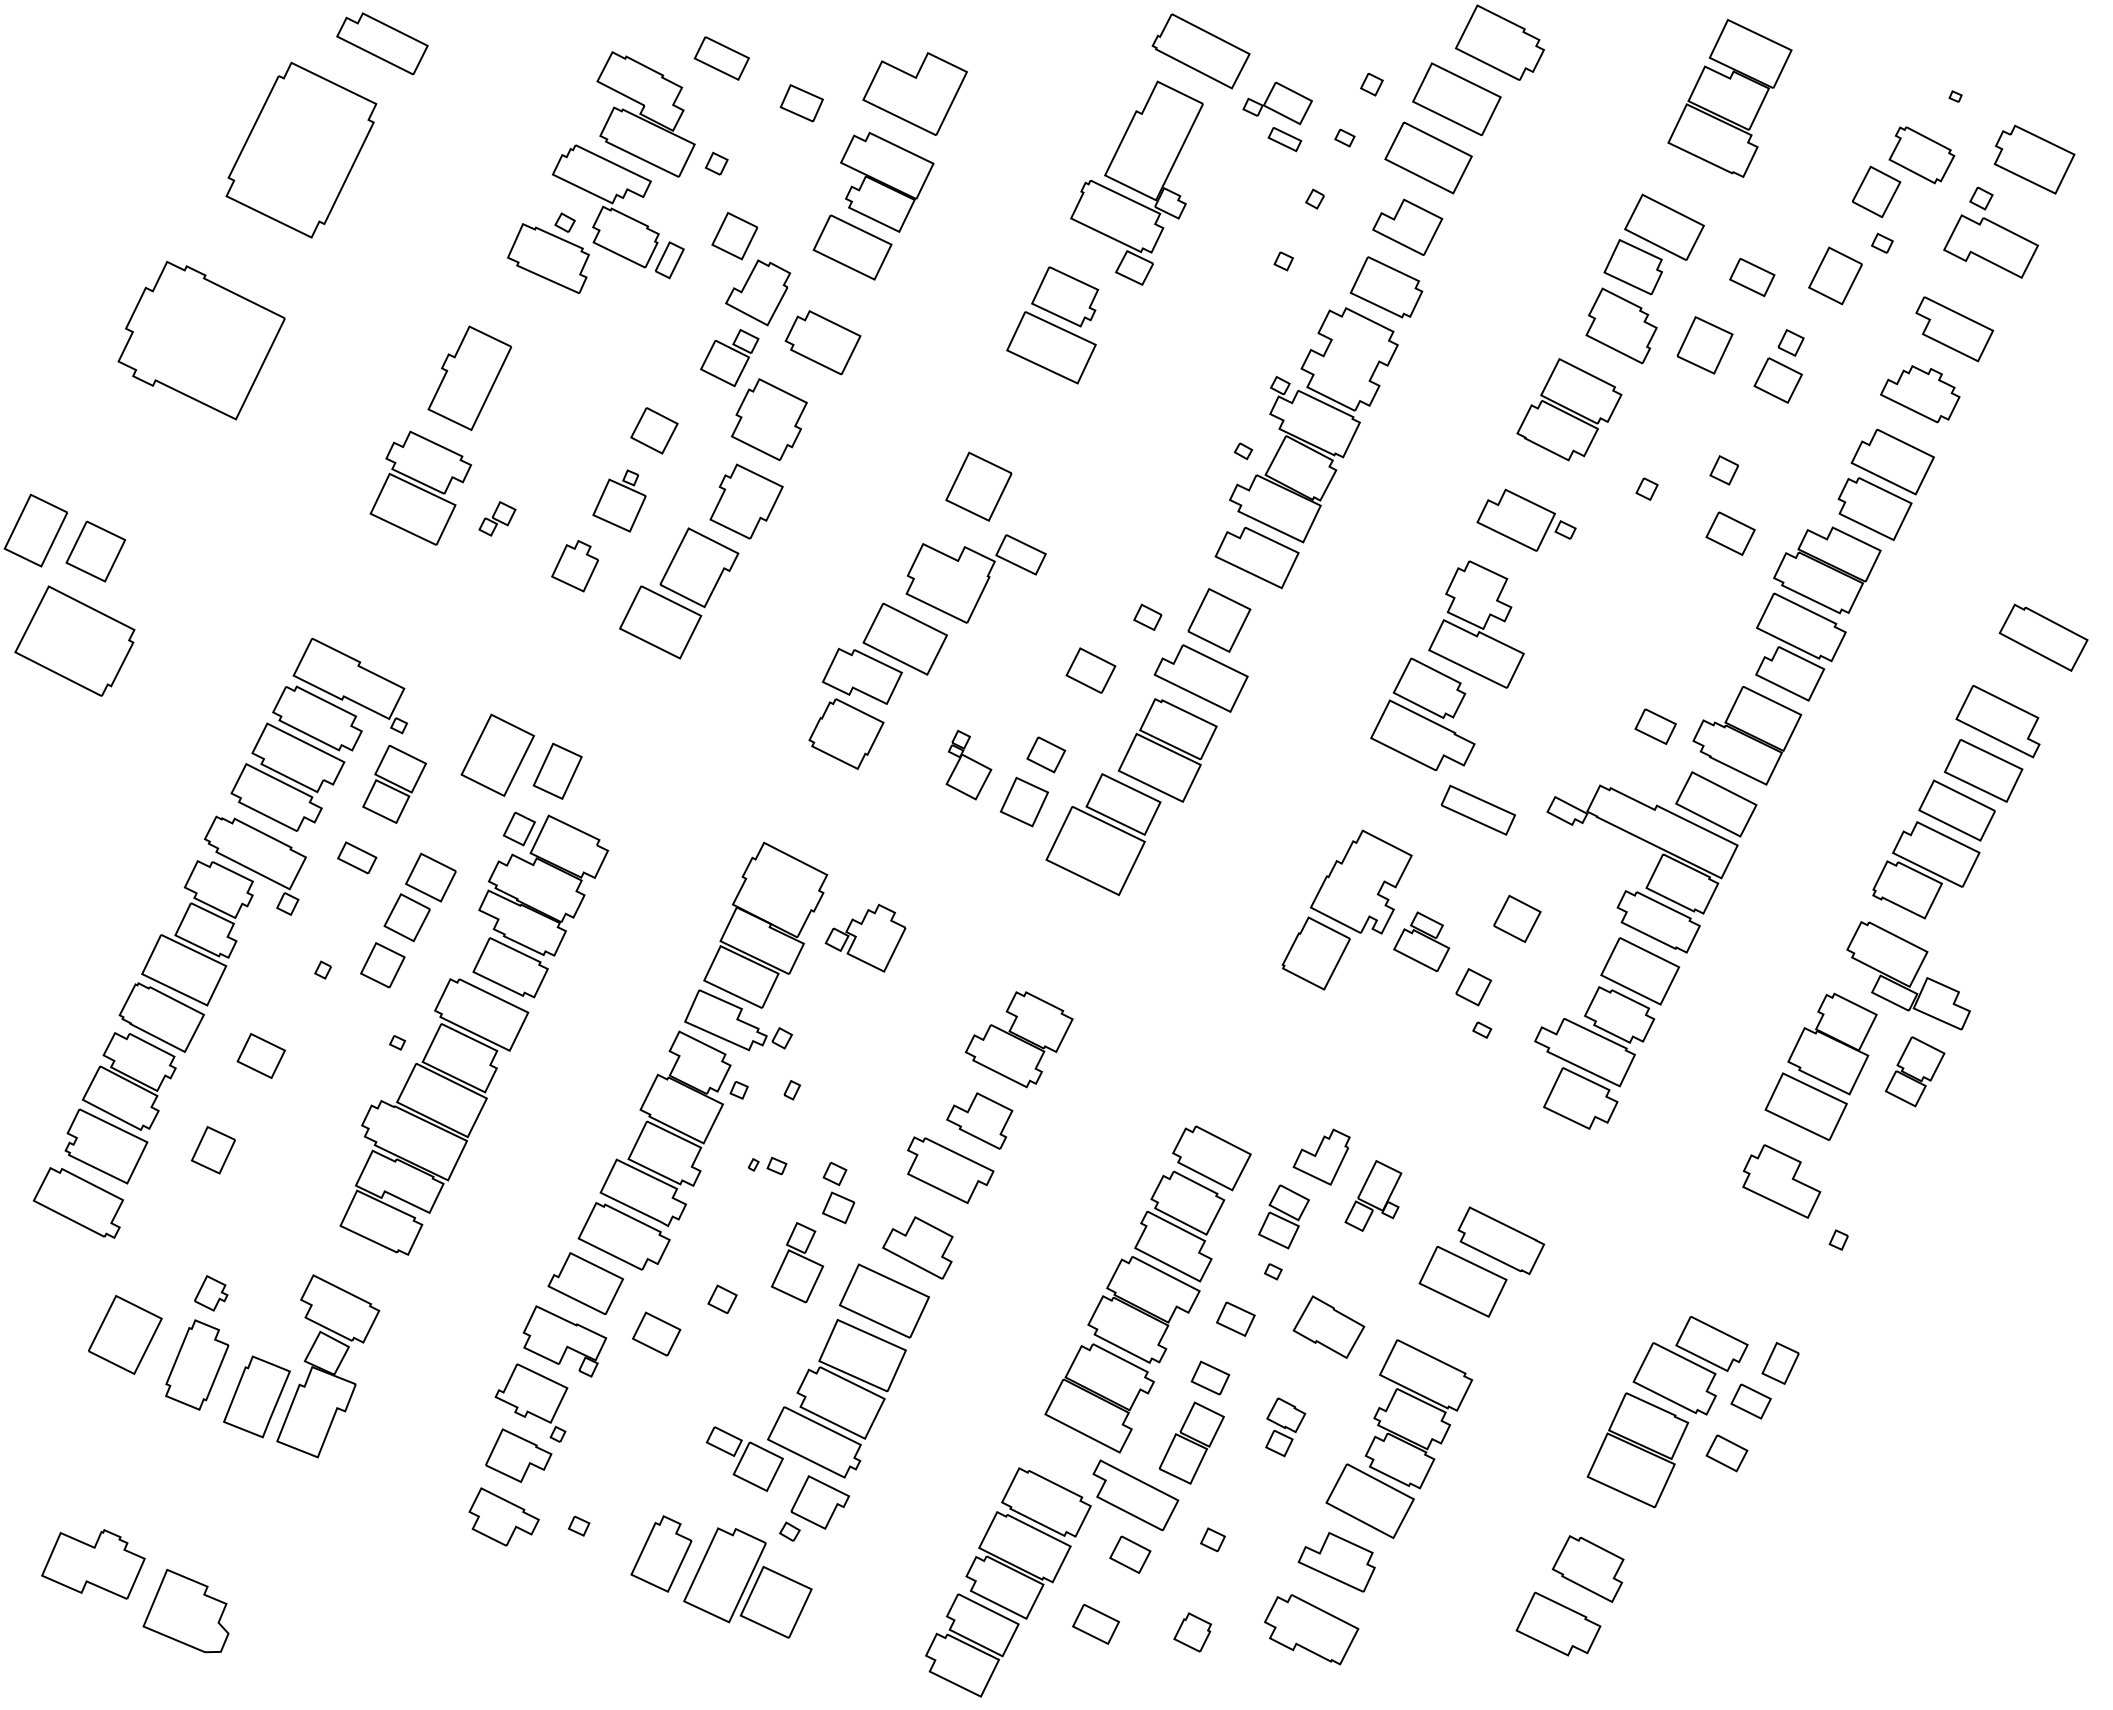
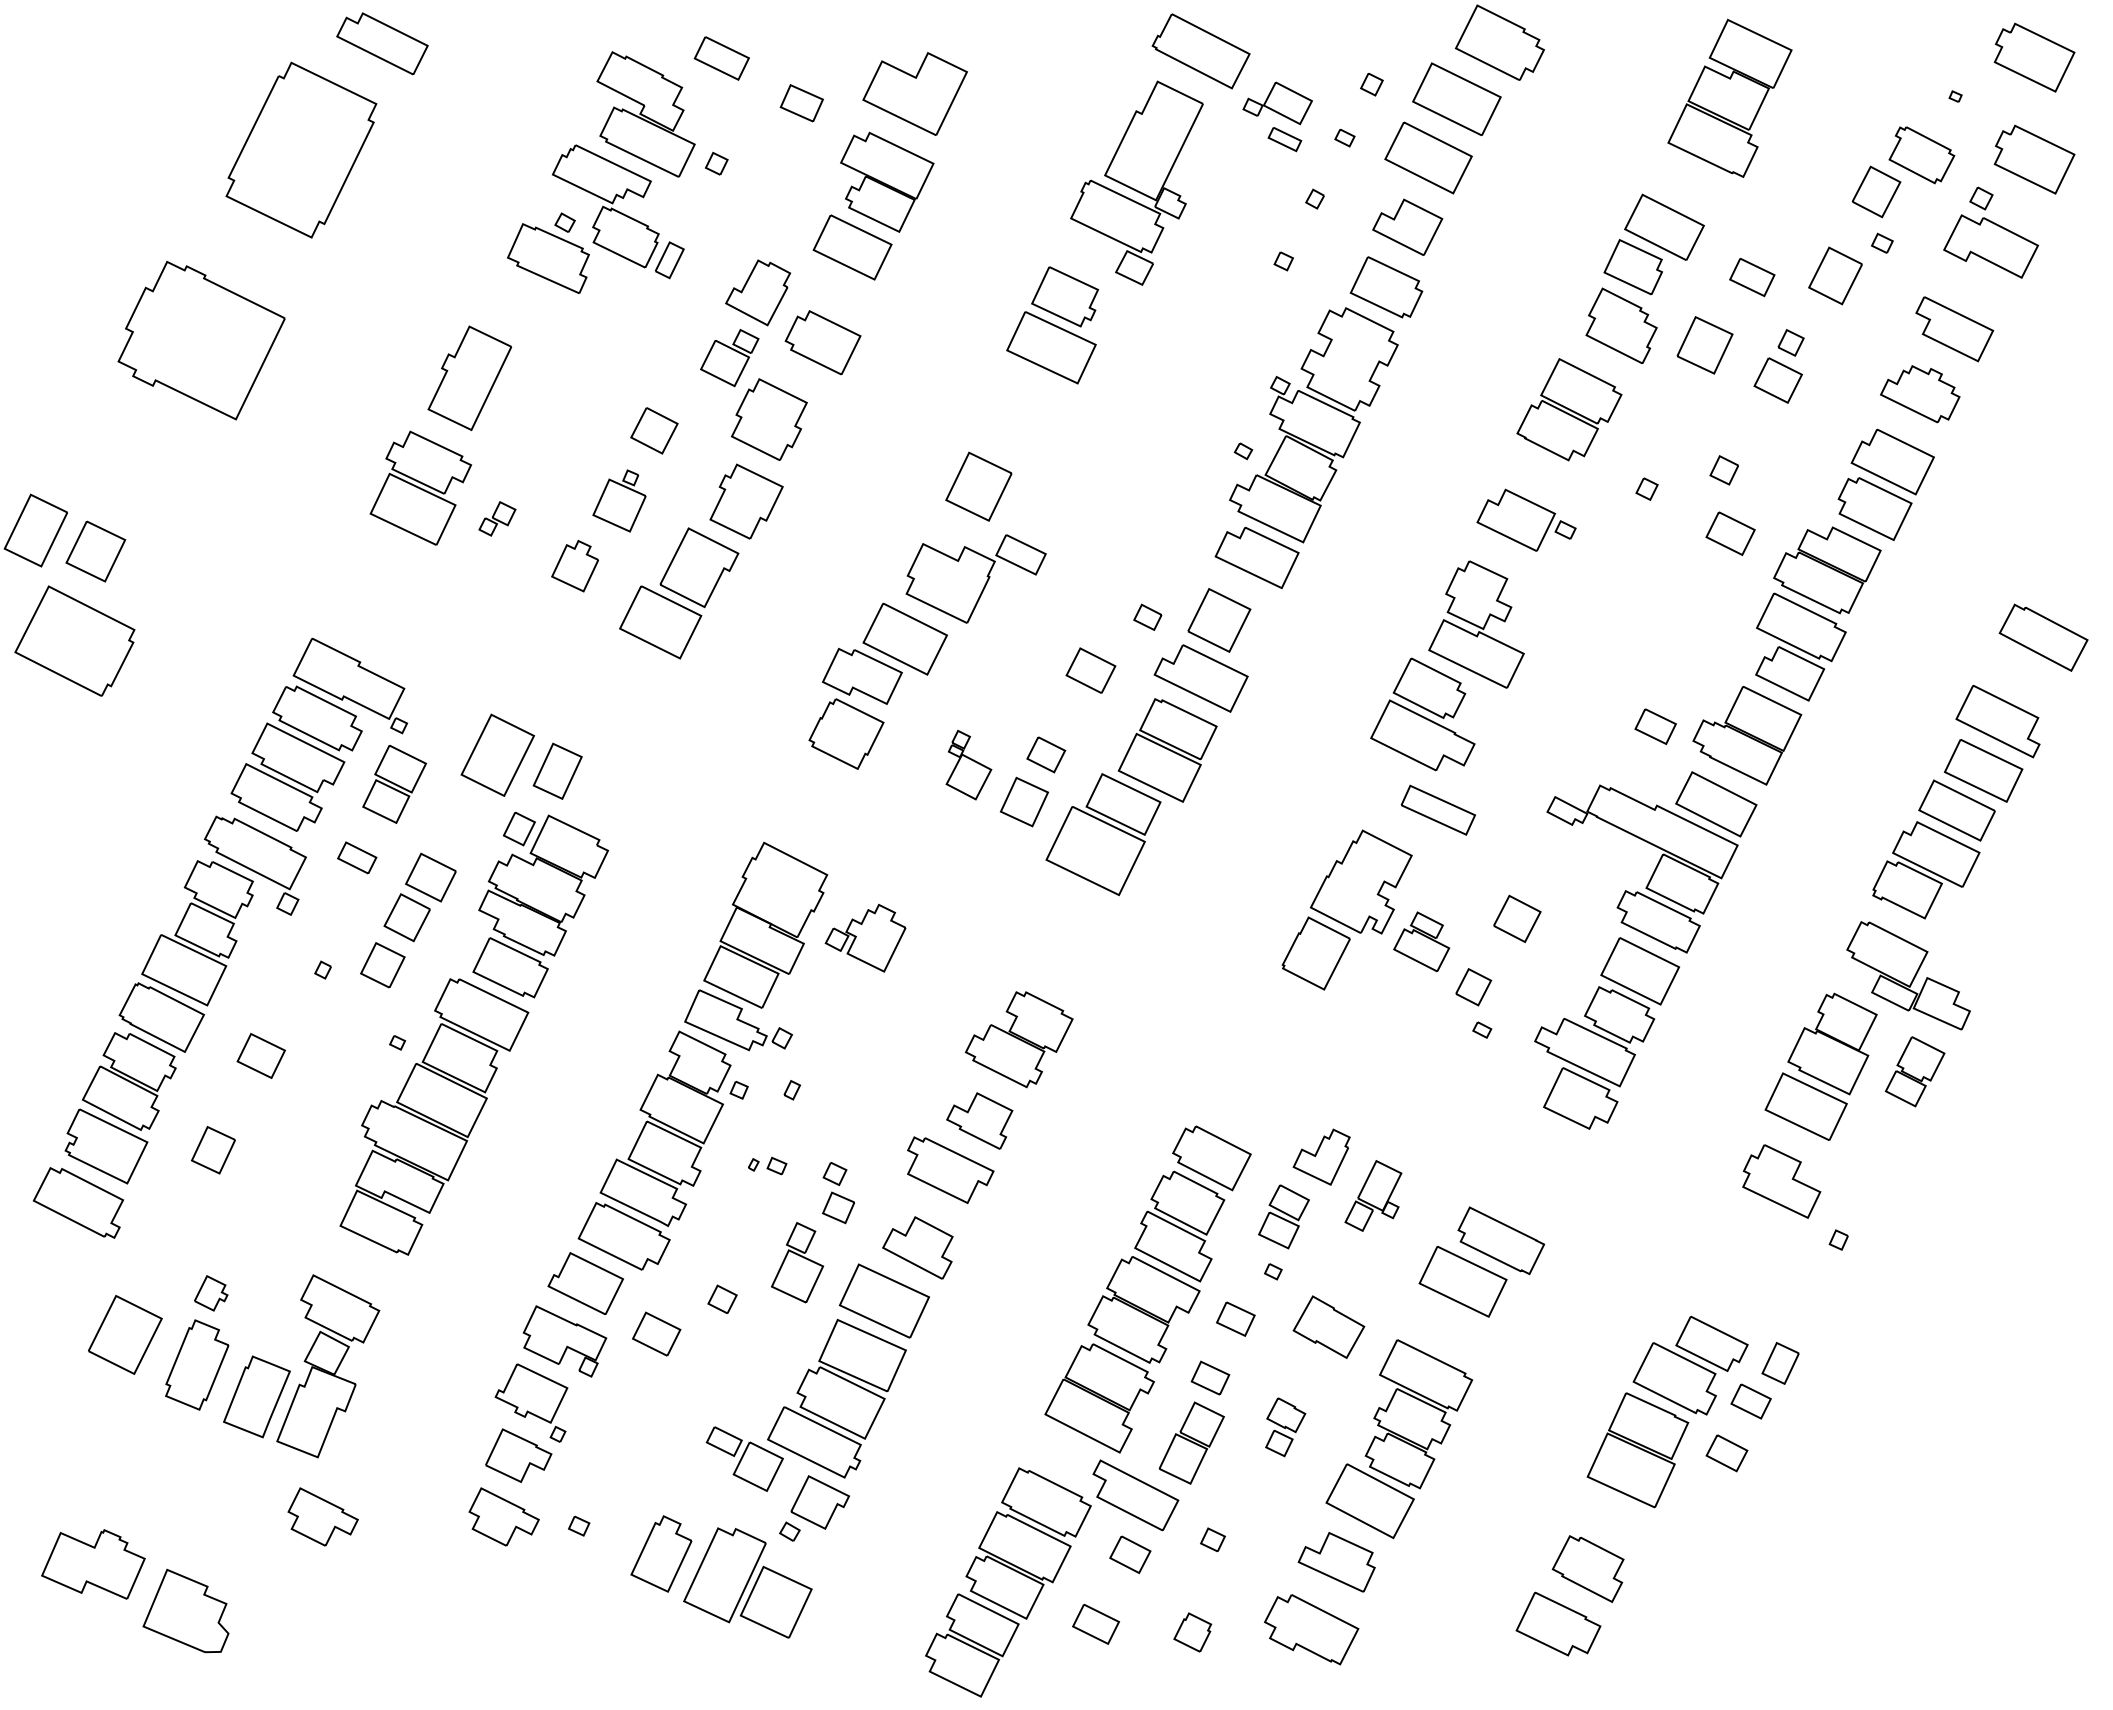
part at (2034, 57): none -> present
part at (734, 236): present -> none
part at (1477, 809) position: (1477, 809) -> (1437, 809)
part at (322, 1516): none -> present
